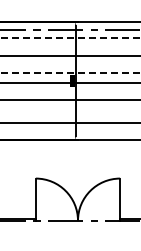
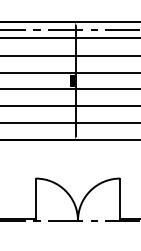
line at (71, 38): dashed -> solid
line at (71, 72): dashed -> solid
line at (69, 83) position: (69, 83) -> (69, 89)
line at (69, 100) position: (69, 100) -> (69, 106)
